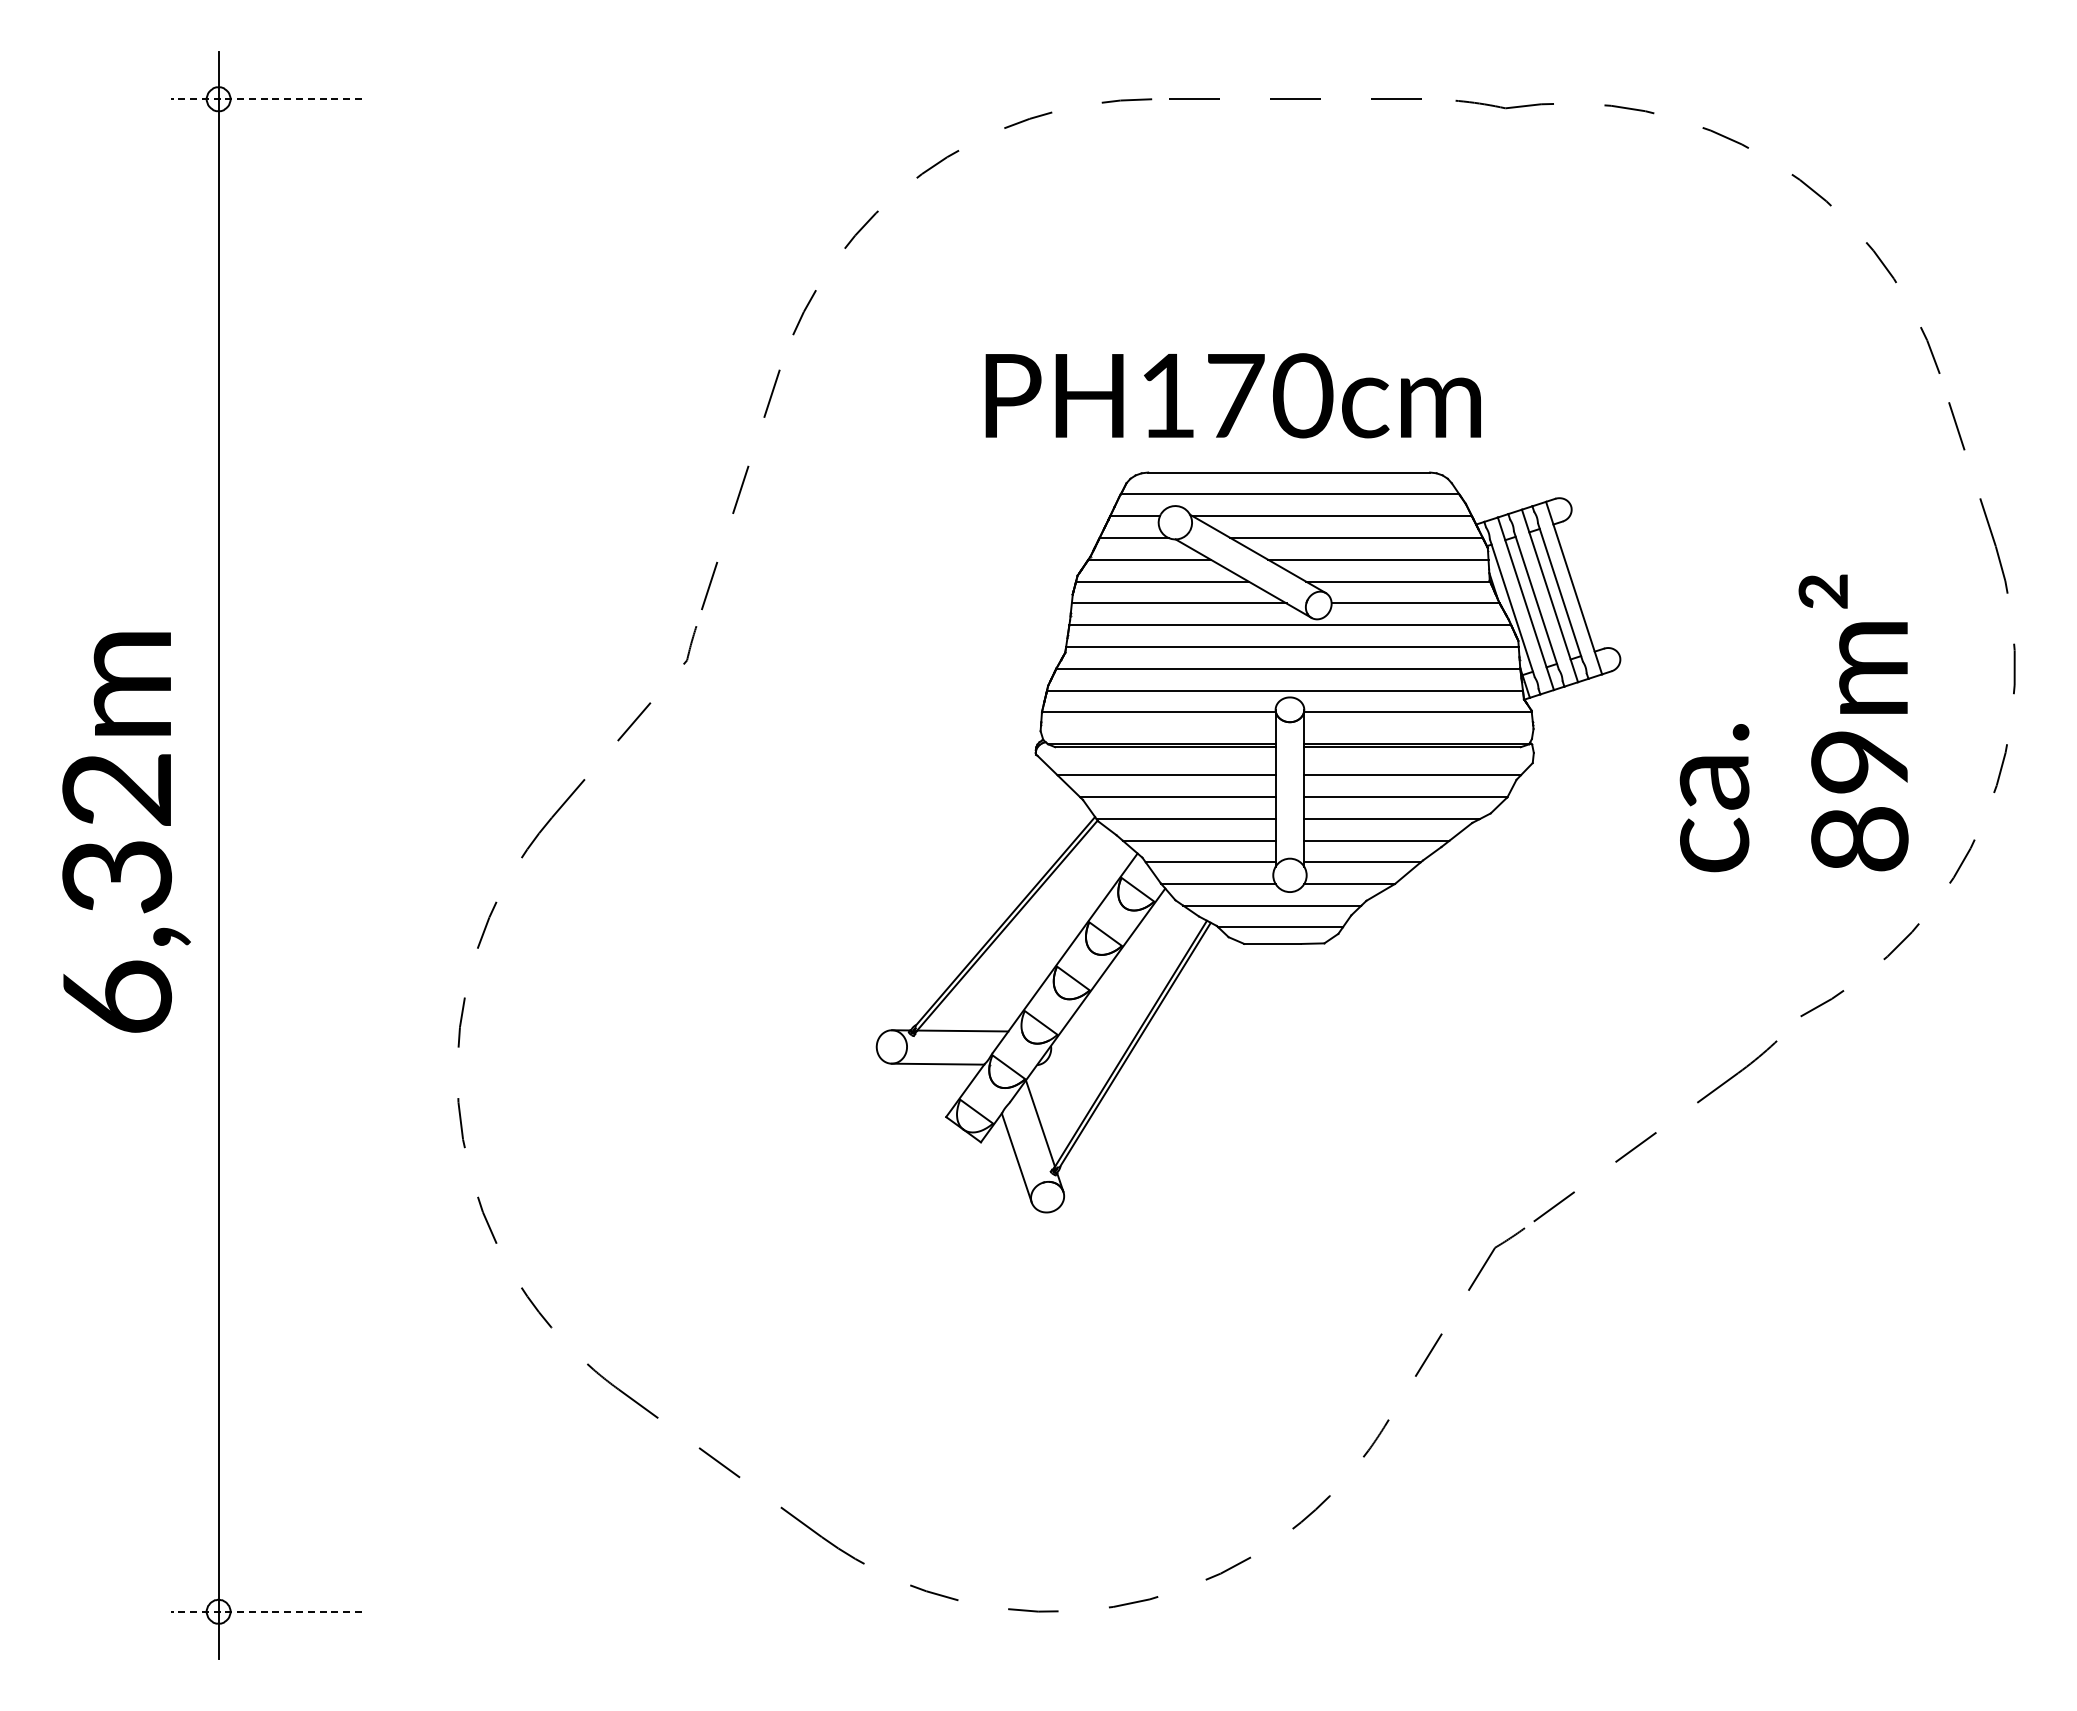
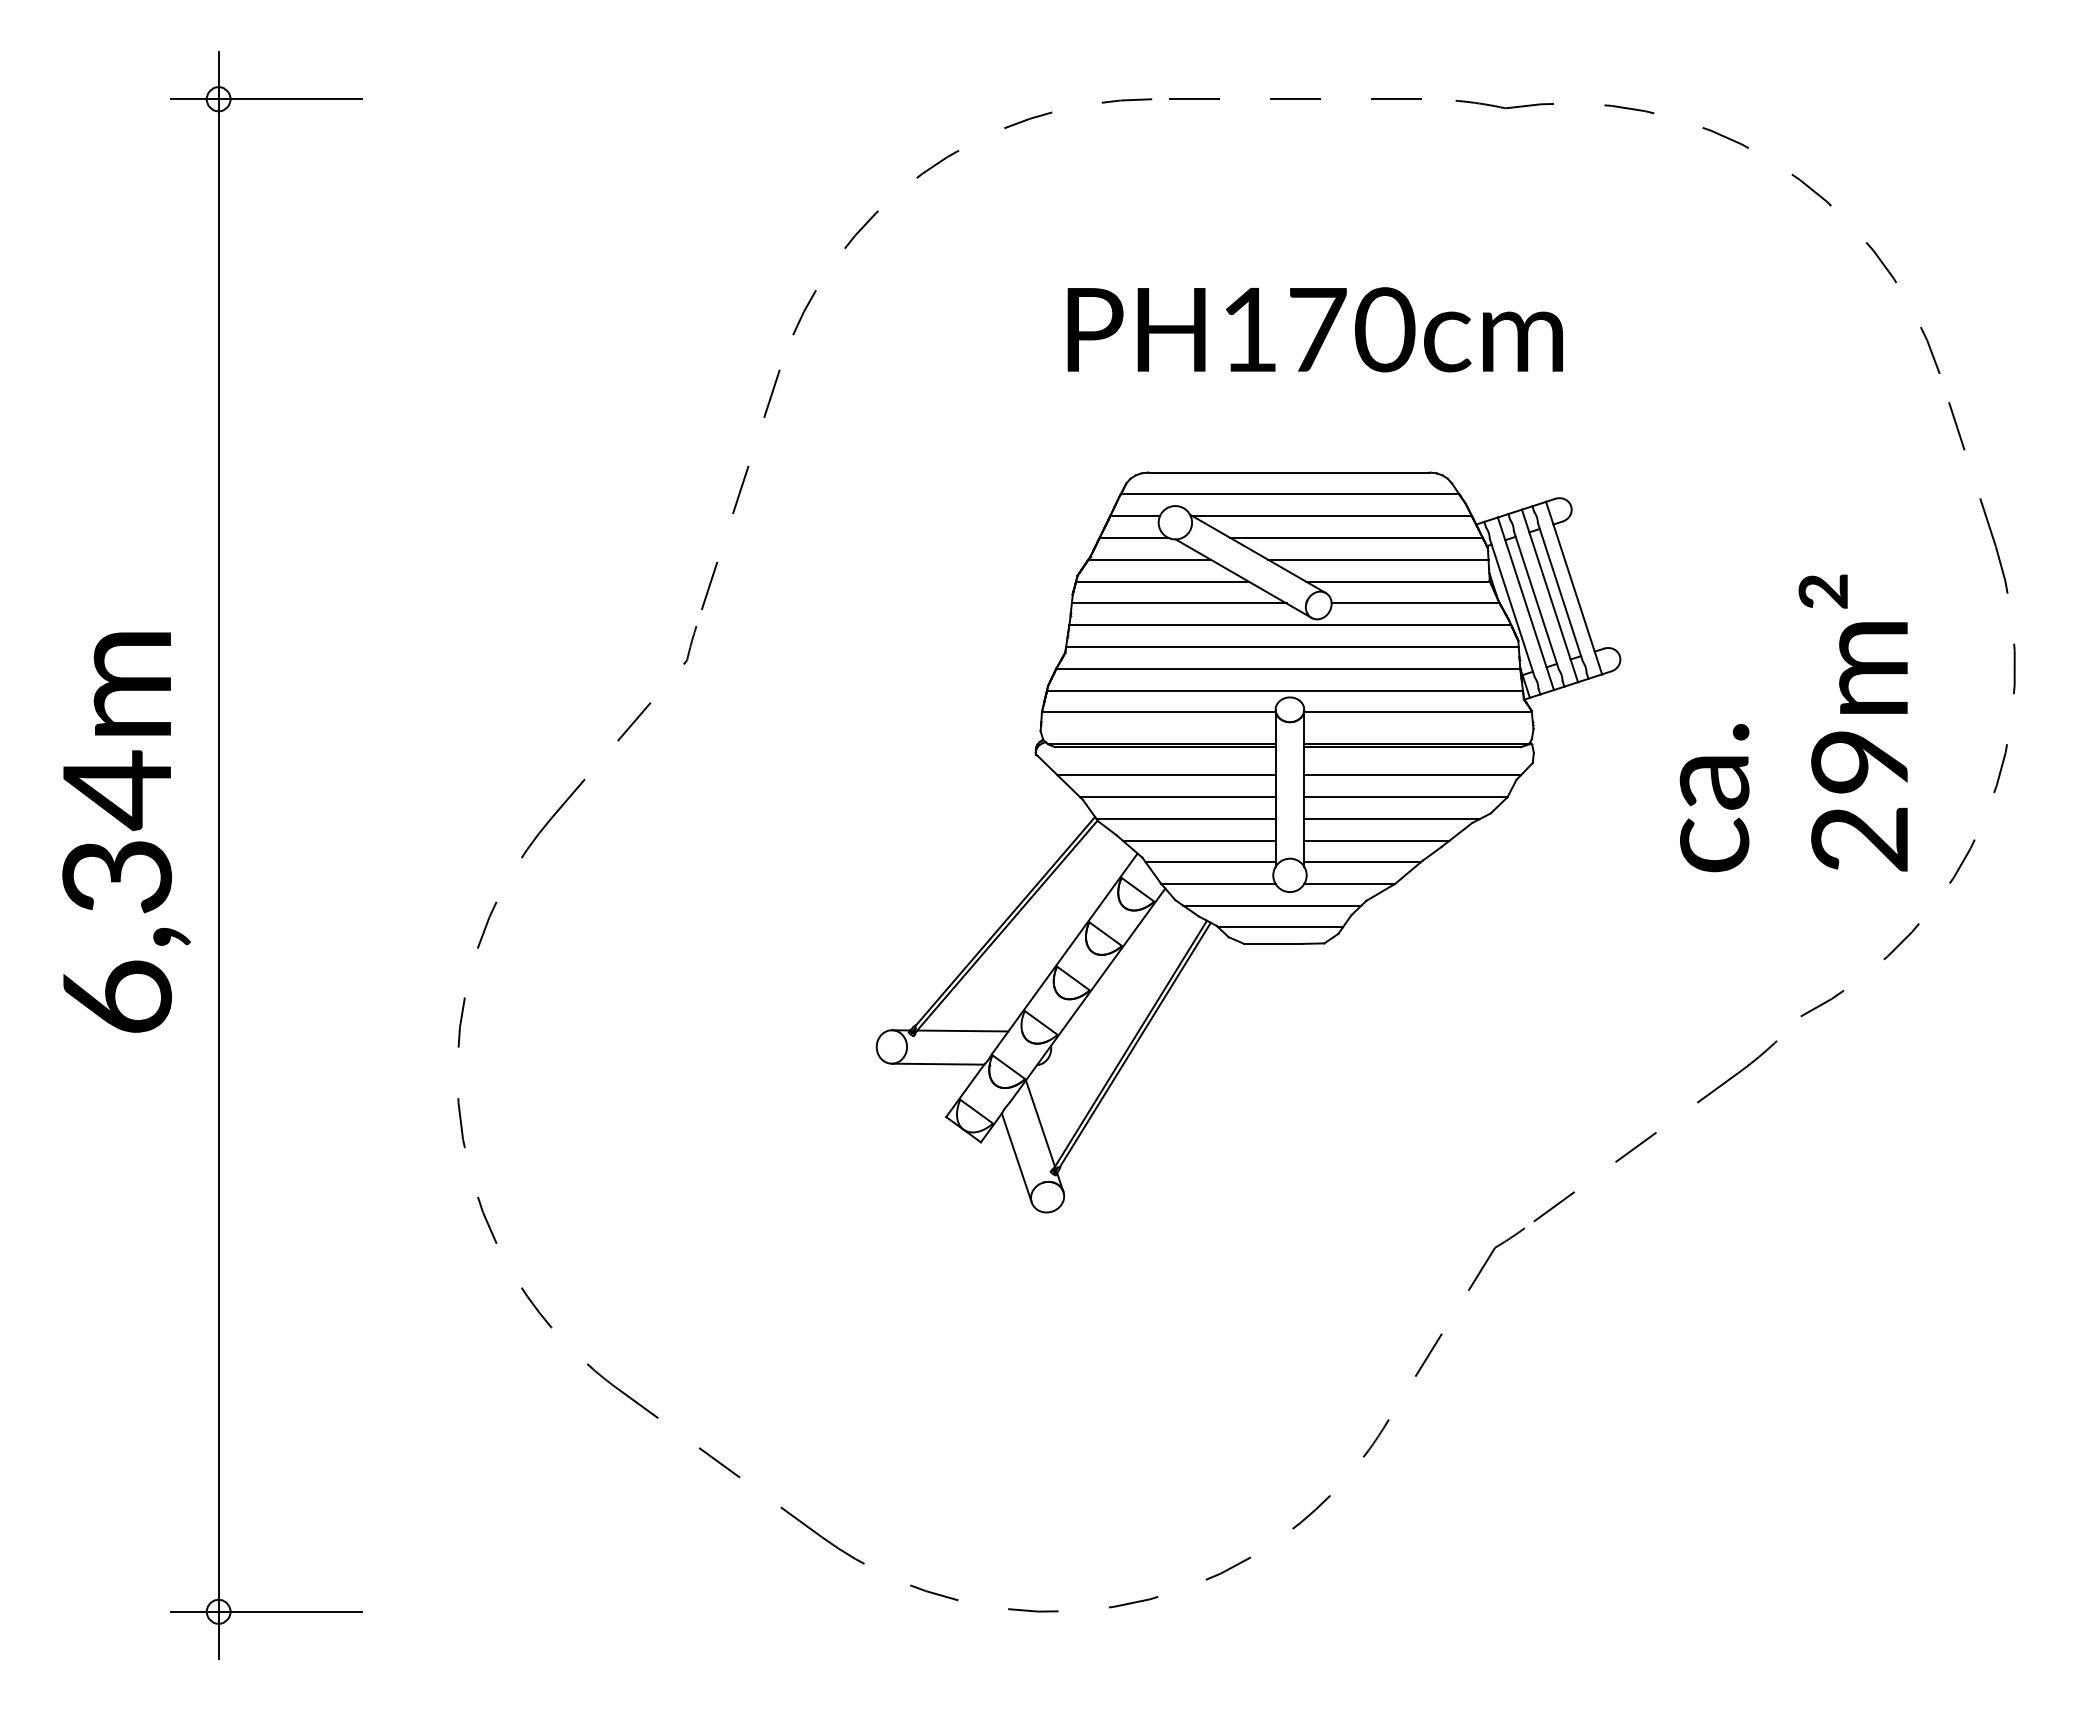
line at (265, 99): dashed -> solid
text at (1232, 395) position: (1232, 395) -> (1314, 329)
text at (116, 790): 6,32m -> 6,34m
text at (1859, 839): 89m² -> 29m²
line at (265, 1611): dashed -> solid
